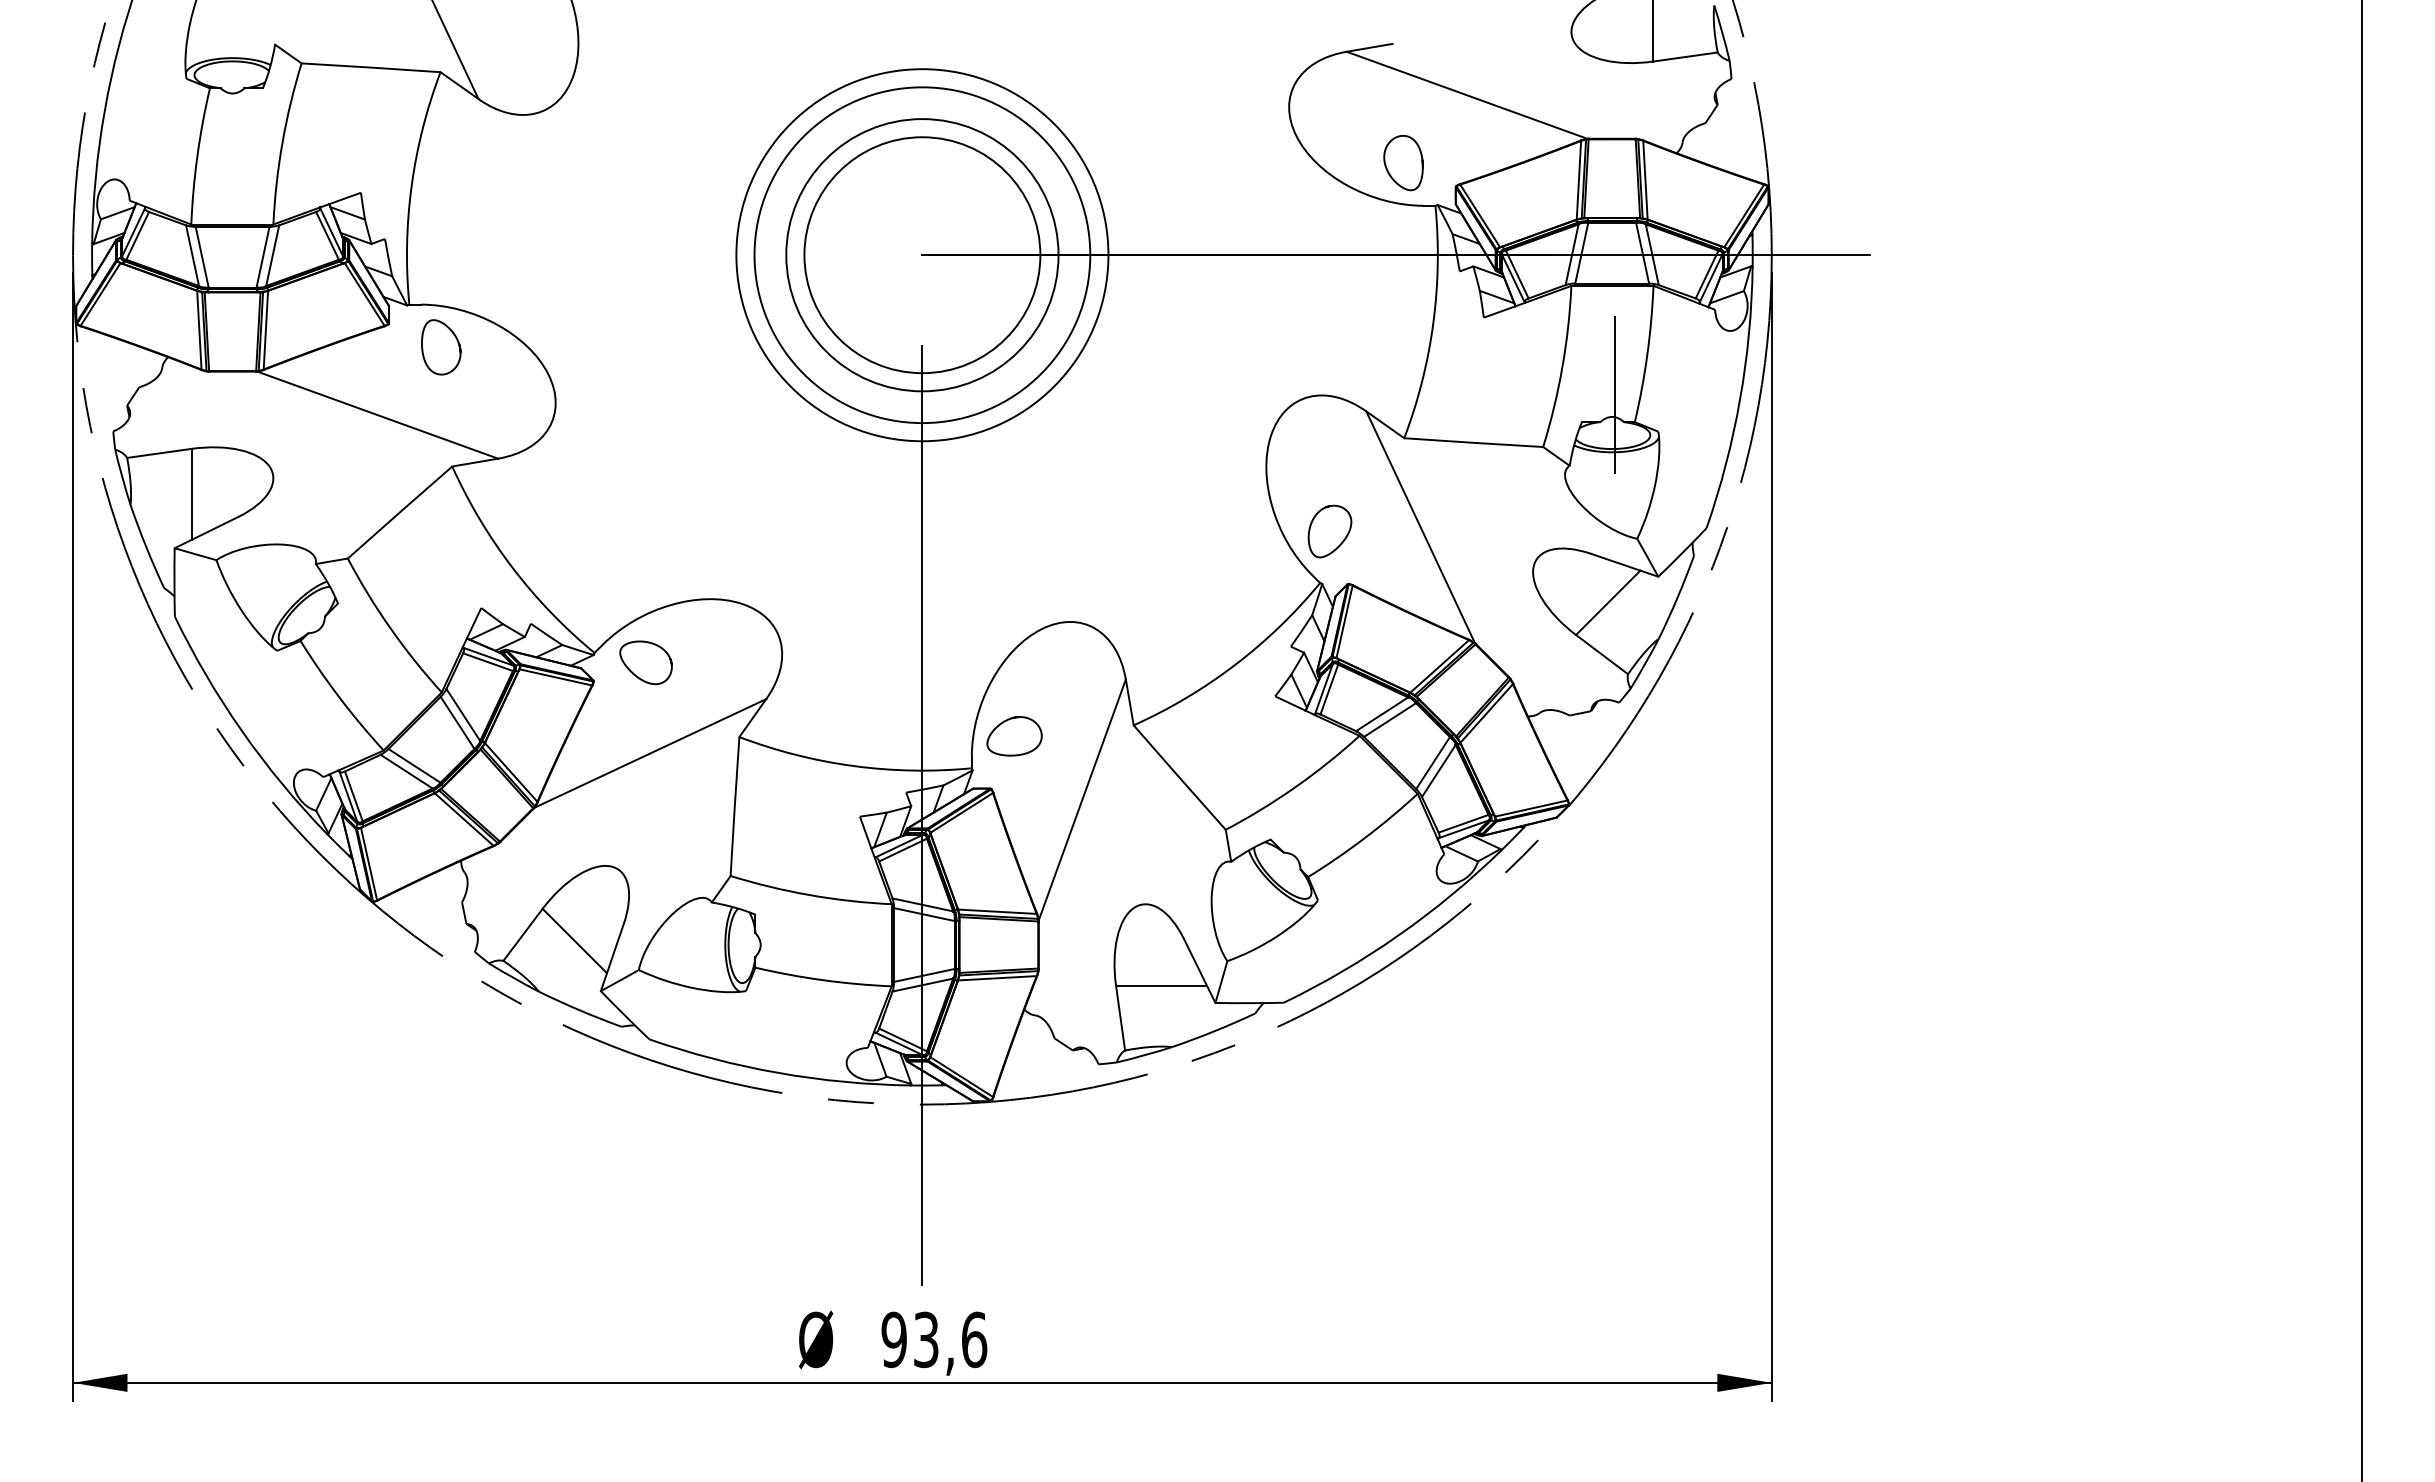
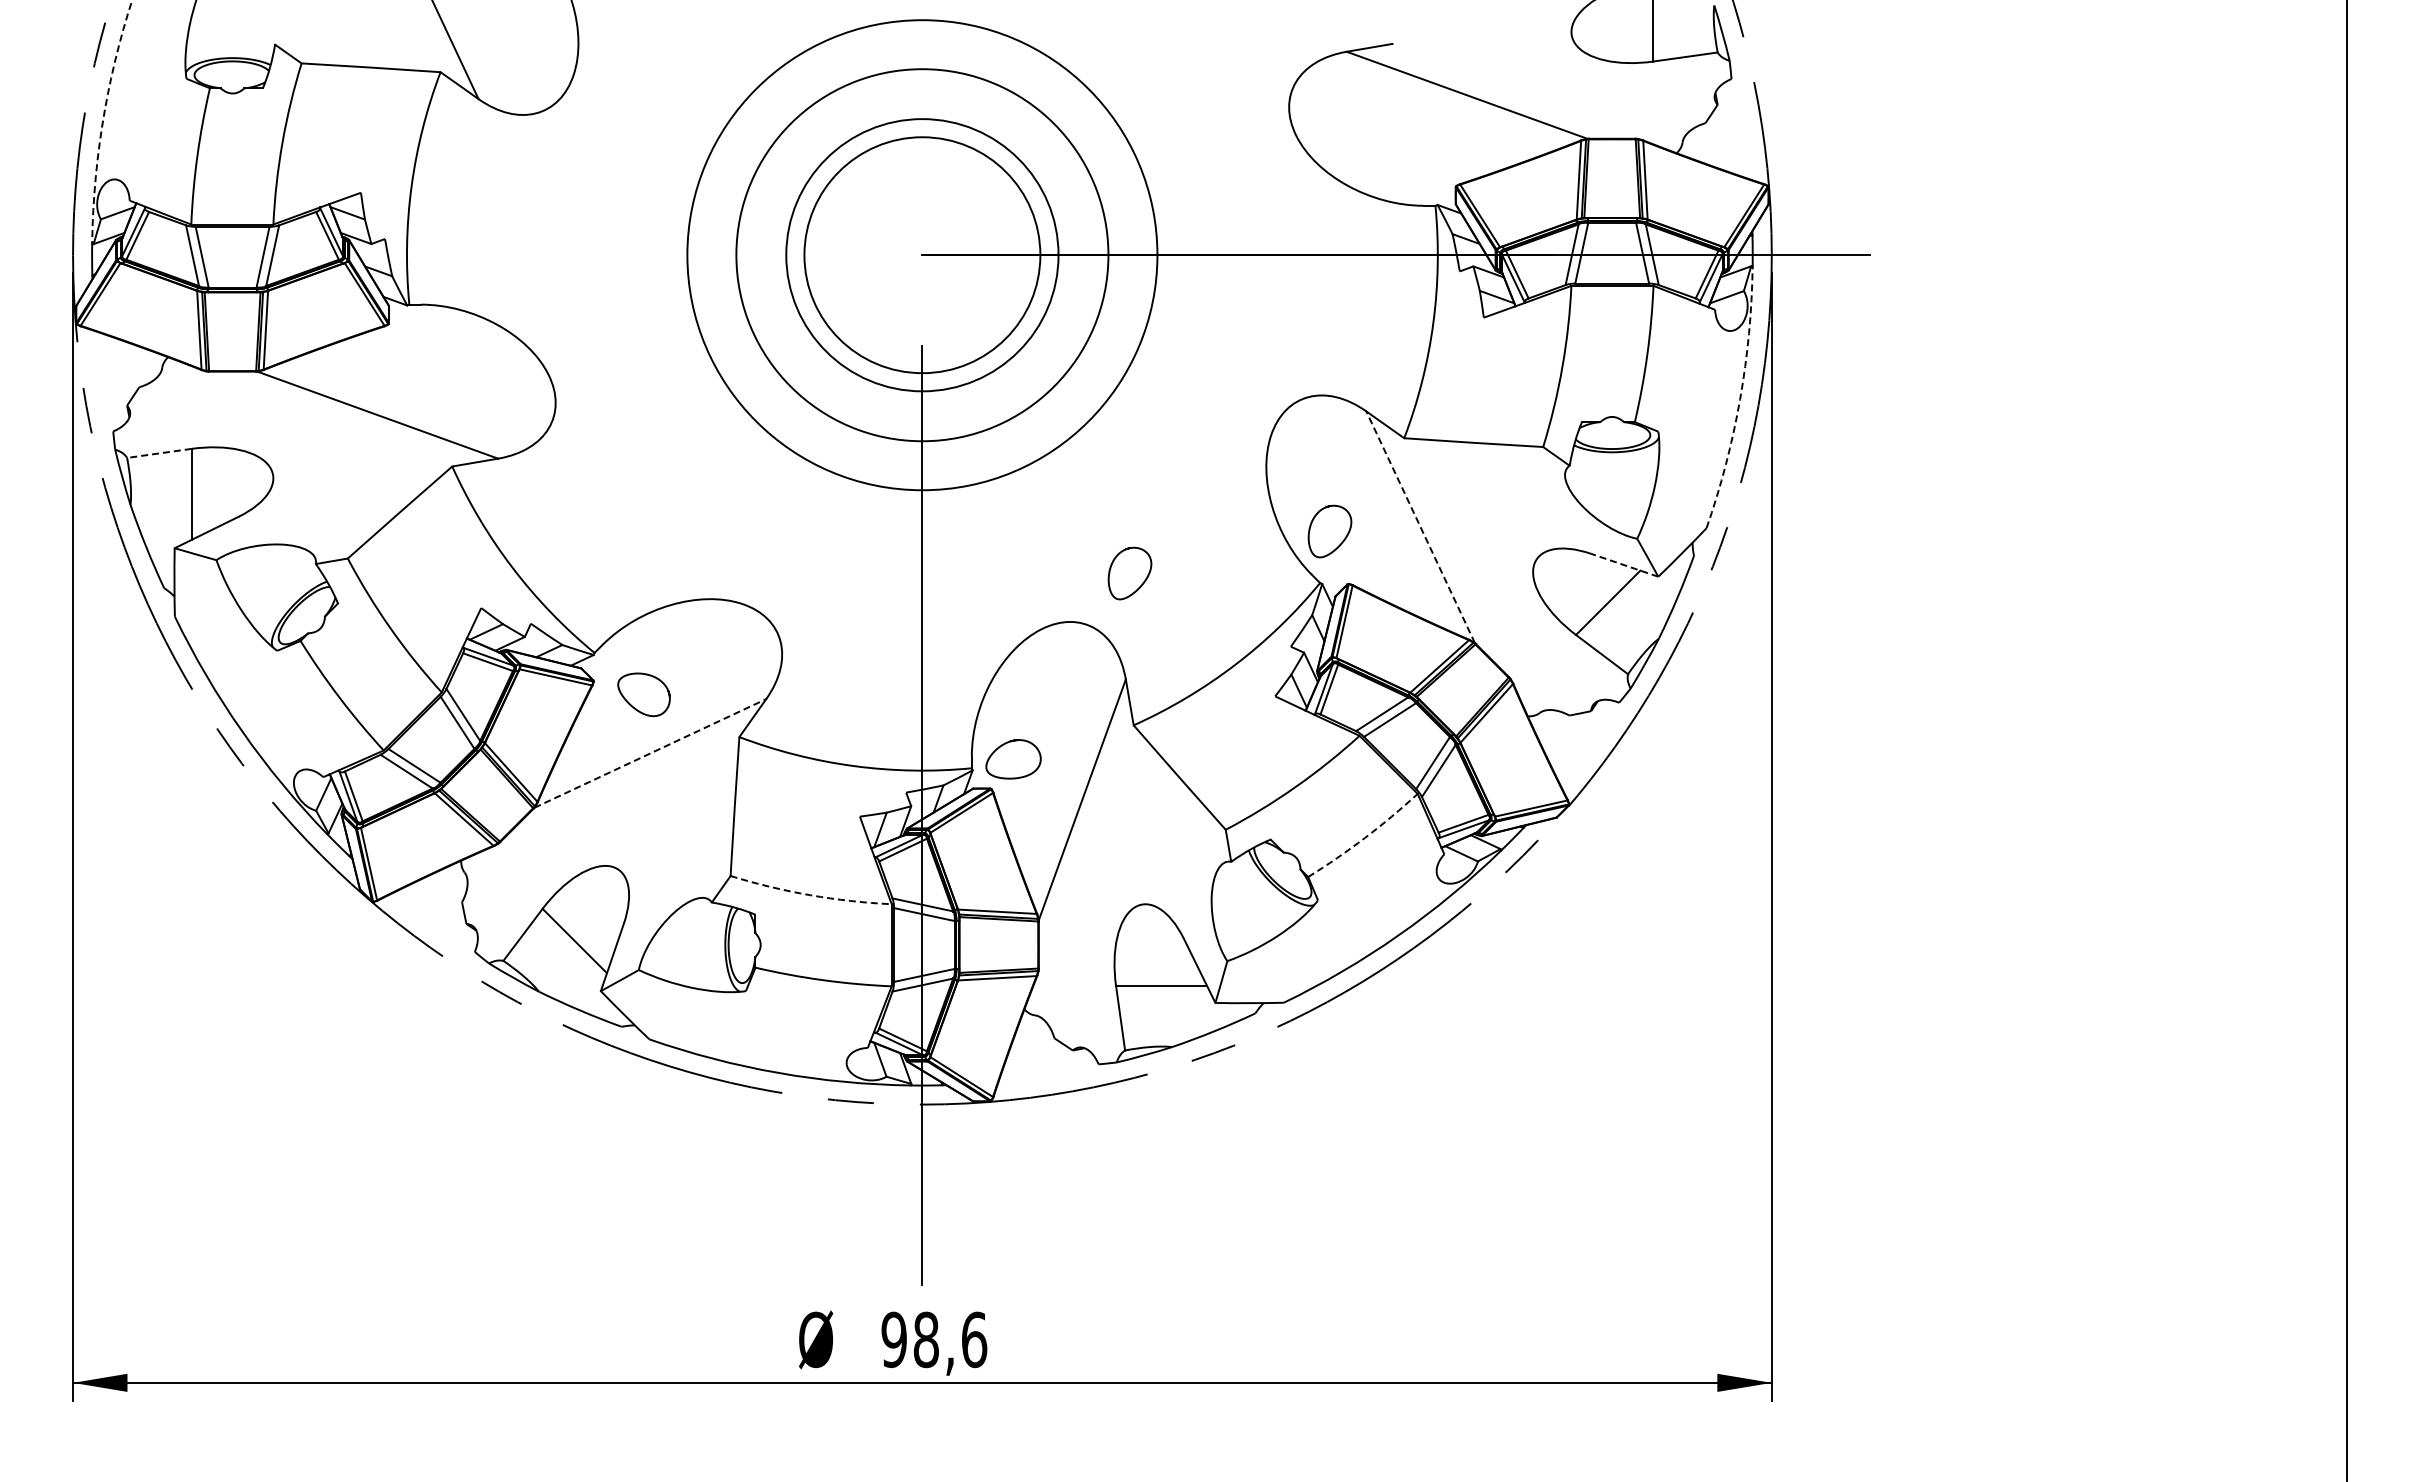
arc at (103, 120): solid -> dashed
curve at (1387, 167): present -> none
circle at (922, 255) diameter: 336 px -> 470 px
curve at (456, 340): present -> none
line at (1614, 395): present -> none
arc at (1740, 399): solid -> dashed
line at (159, 453): solid -> dashed
line at (1420, 526): solid -> dashed
line at (1624, 565): solid -> dashed
curve at (1142, 582): none -> present
curve at (637, 675) position: (637, 675) -> (635, 707)
curve at (1009, 720) position: (1009, 720) -> (1008, 743)
line at (2361, 740) position: (2361, 740) -> (2346, 740)
line at (650, 753): solid -> dashed
arc at (1364, 838): solid -> dashed
arc at (810, 895): solid -> dashed
text at (925, 1339): 93,6 -> 98,6
